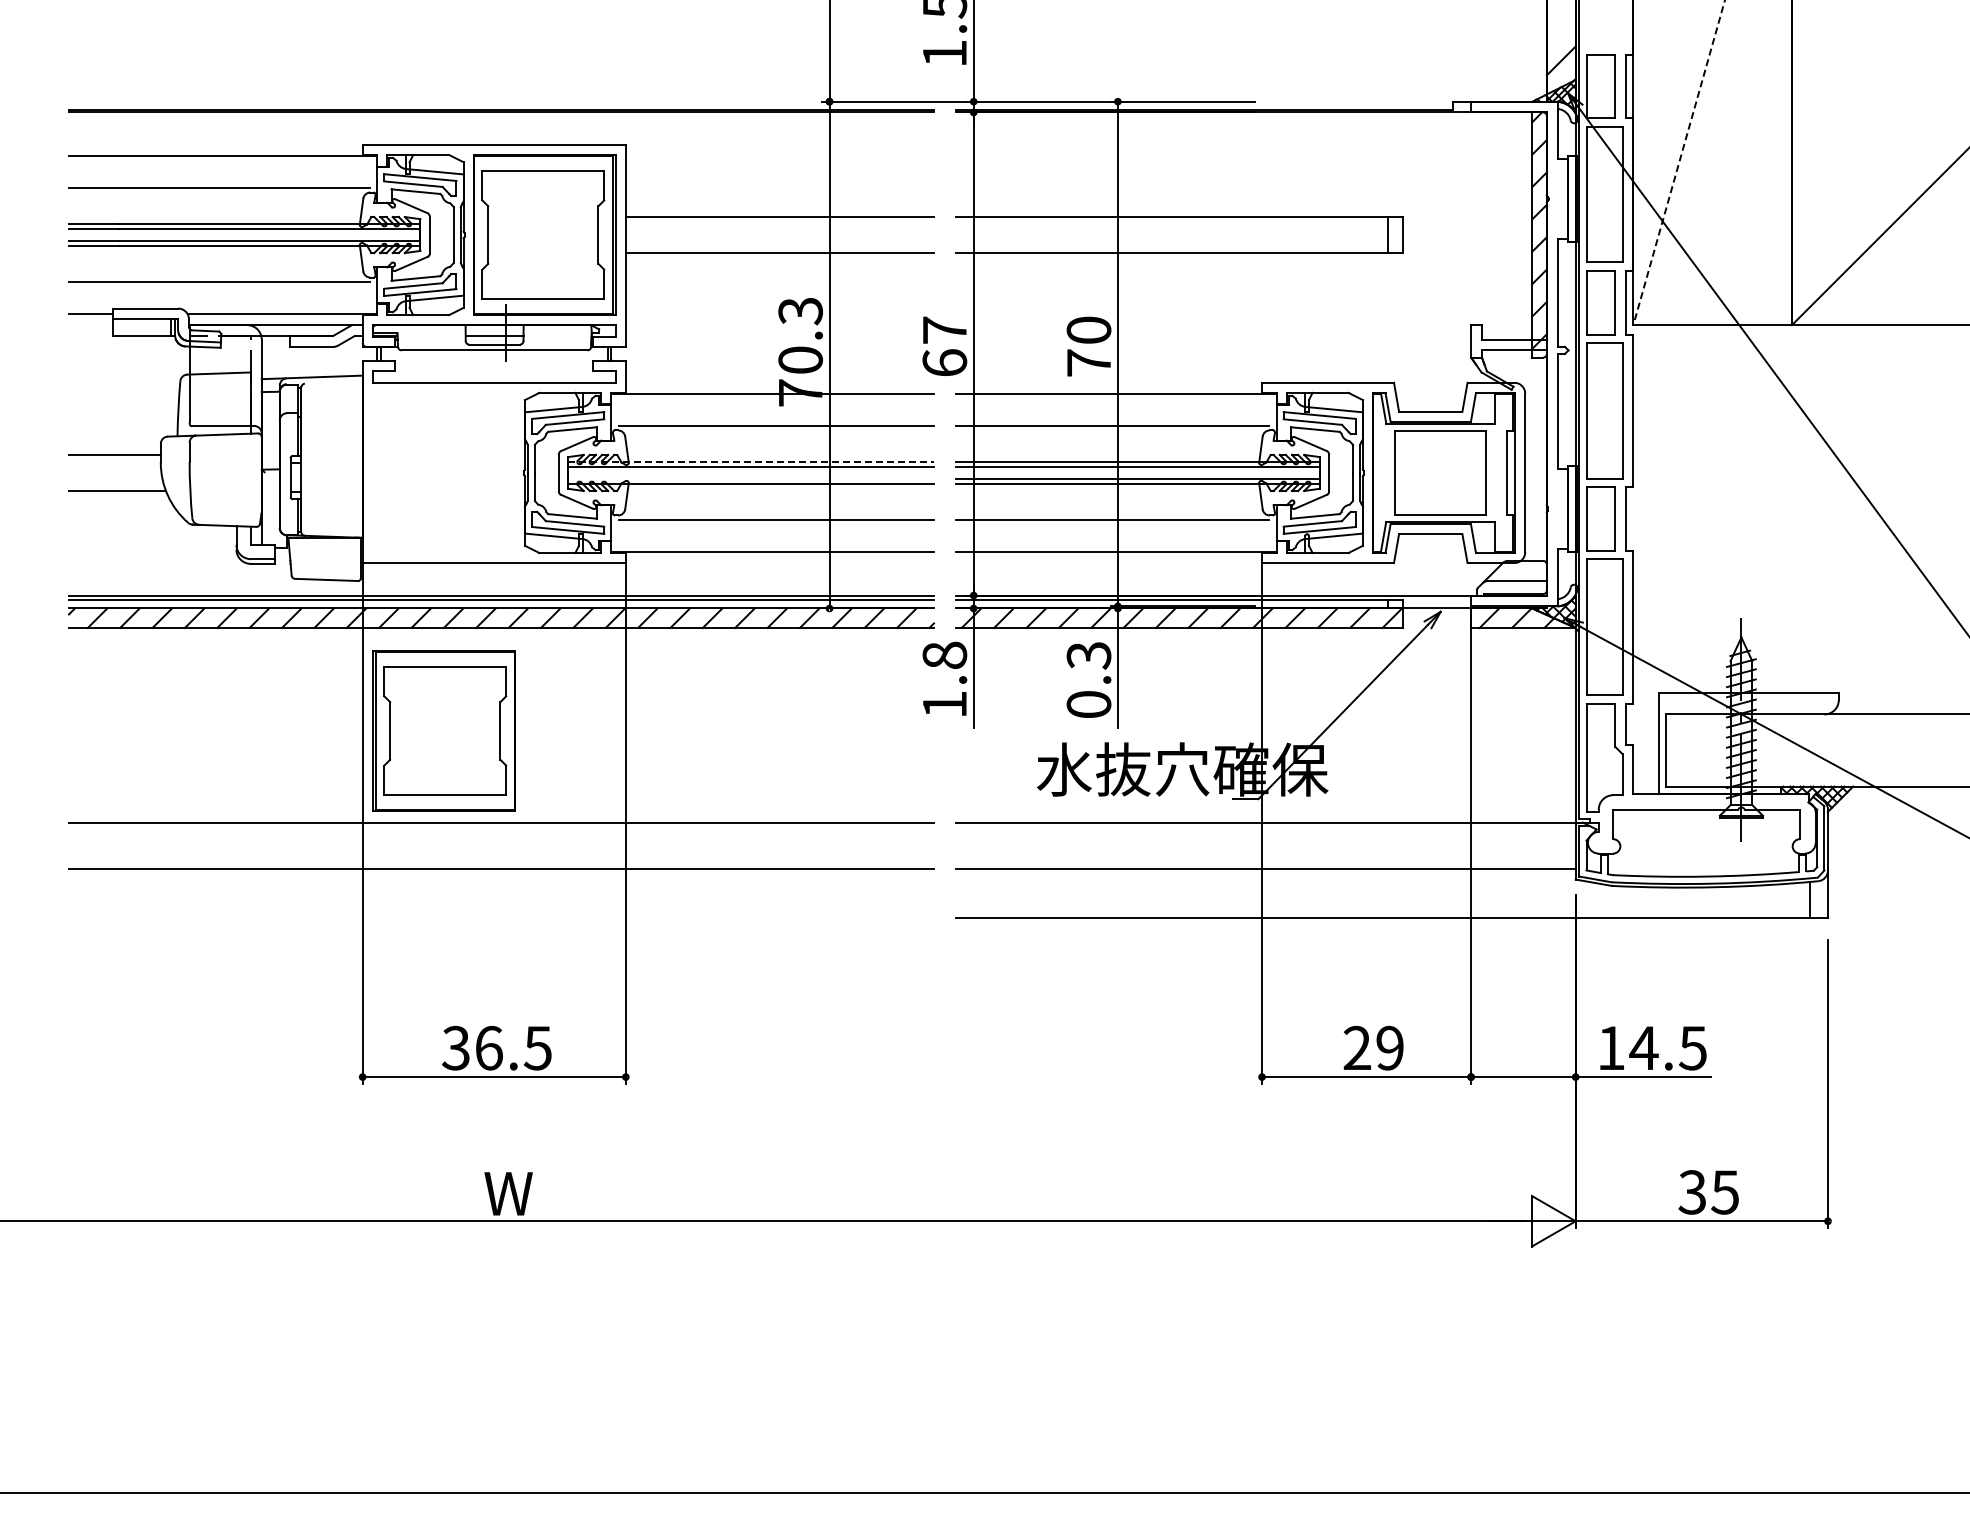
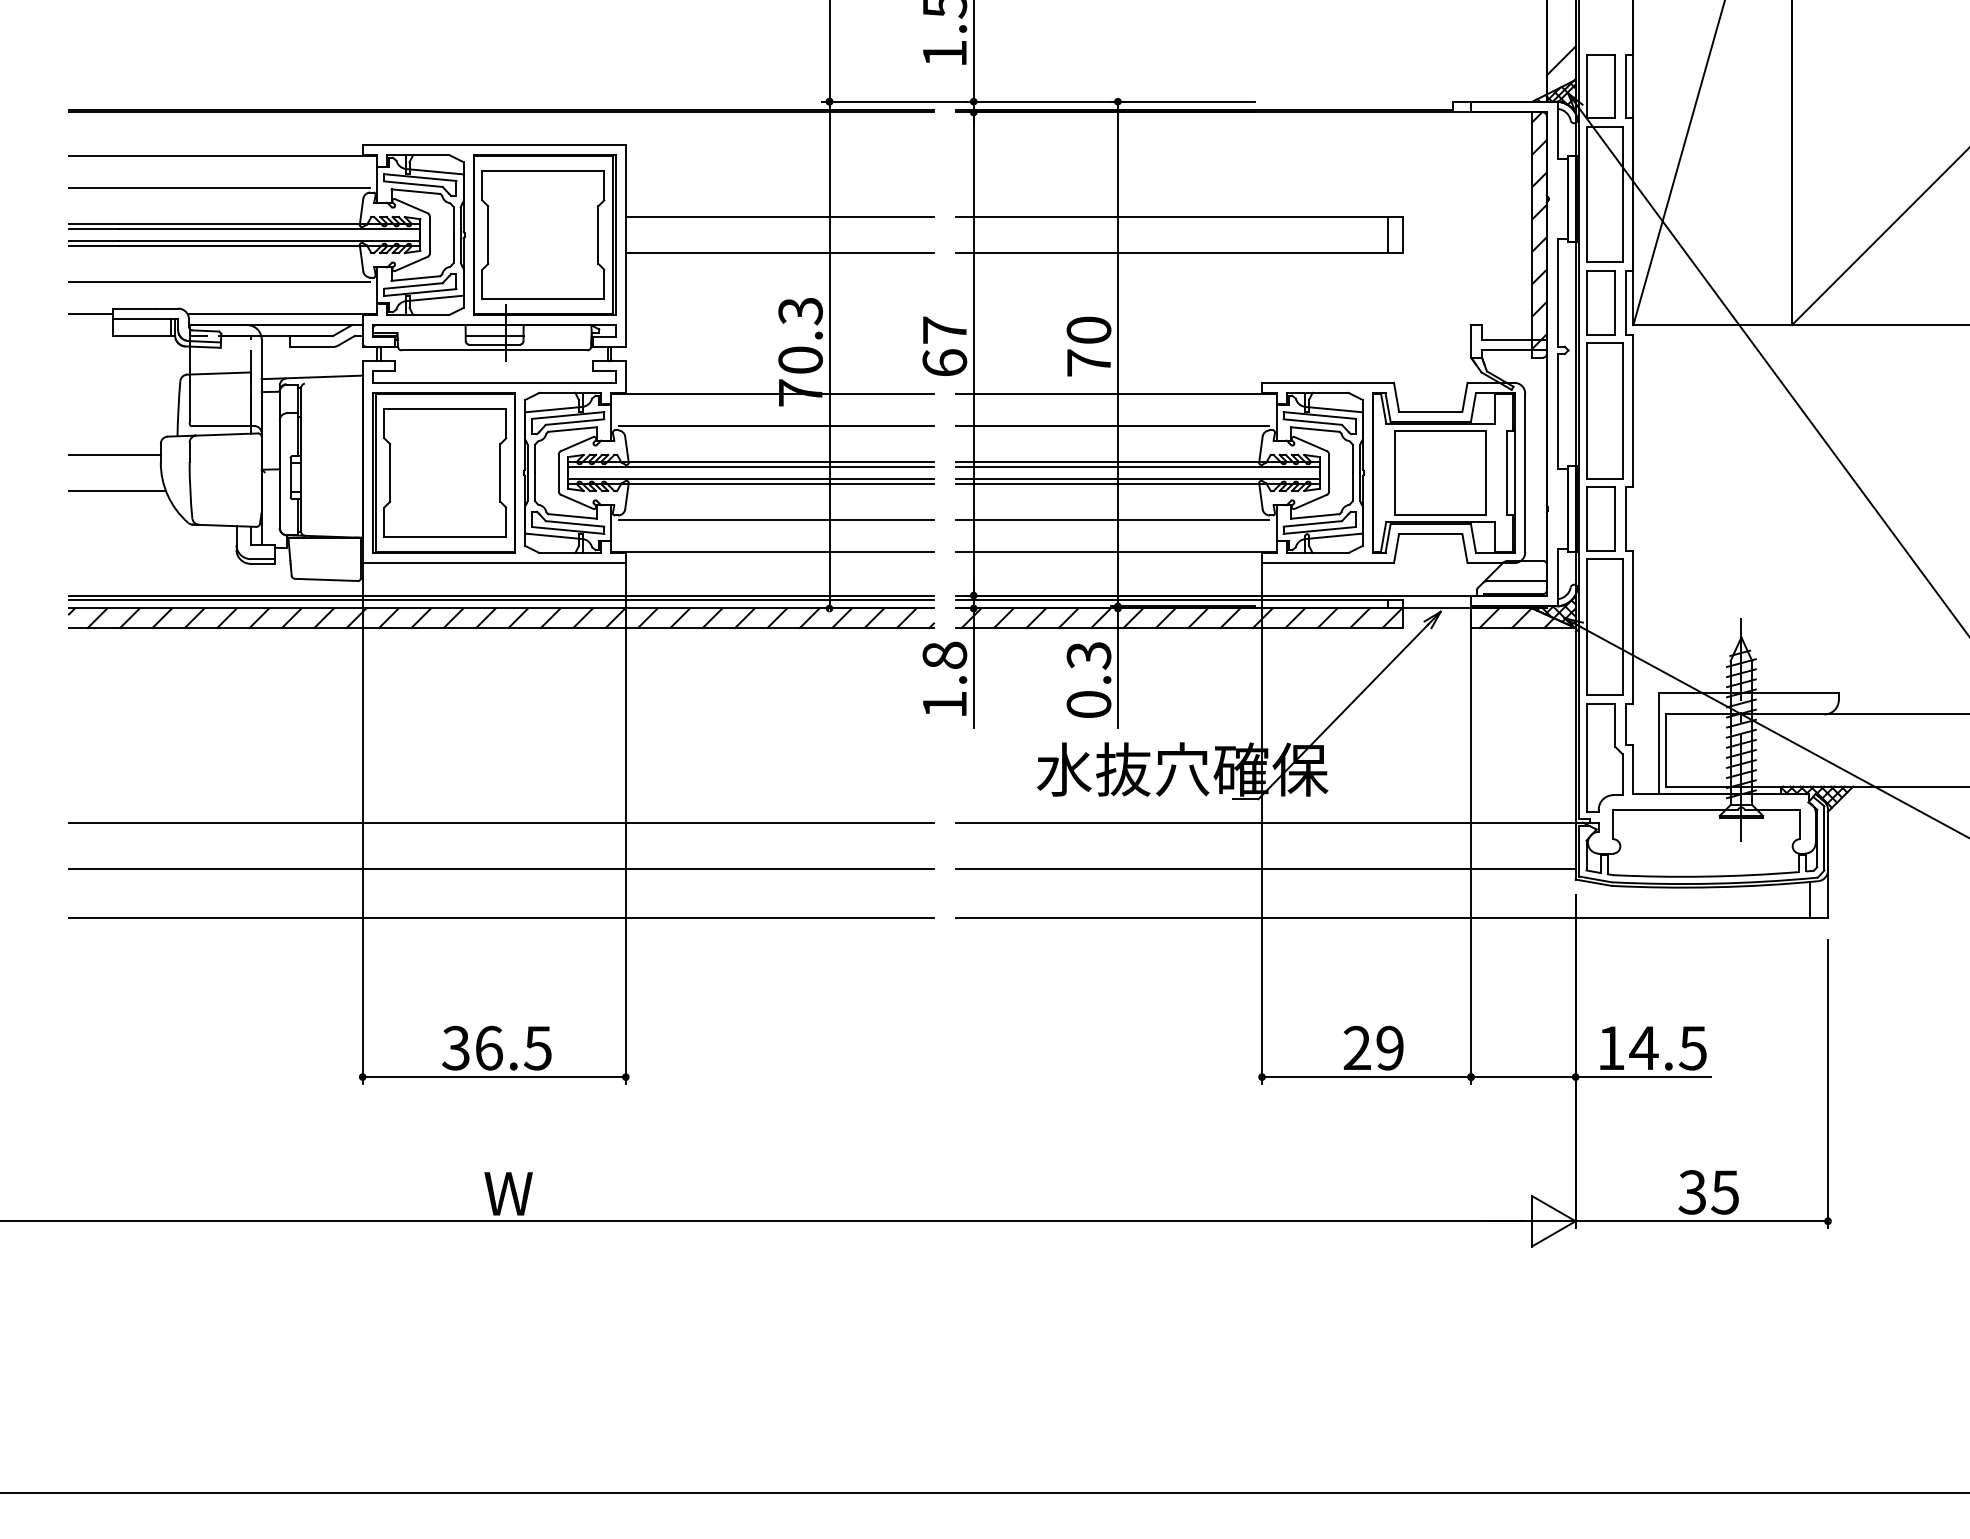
line at (1679, 162): dashed -> solid
line at (751, 462): dashed -> solid
line at (750, 478): none -> present
part at (443, 730) position: (443, 730) -> (443, 472)
line at (500, 918): none -> present
